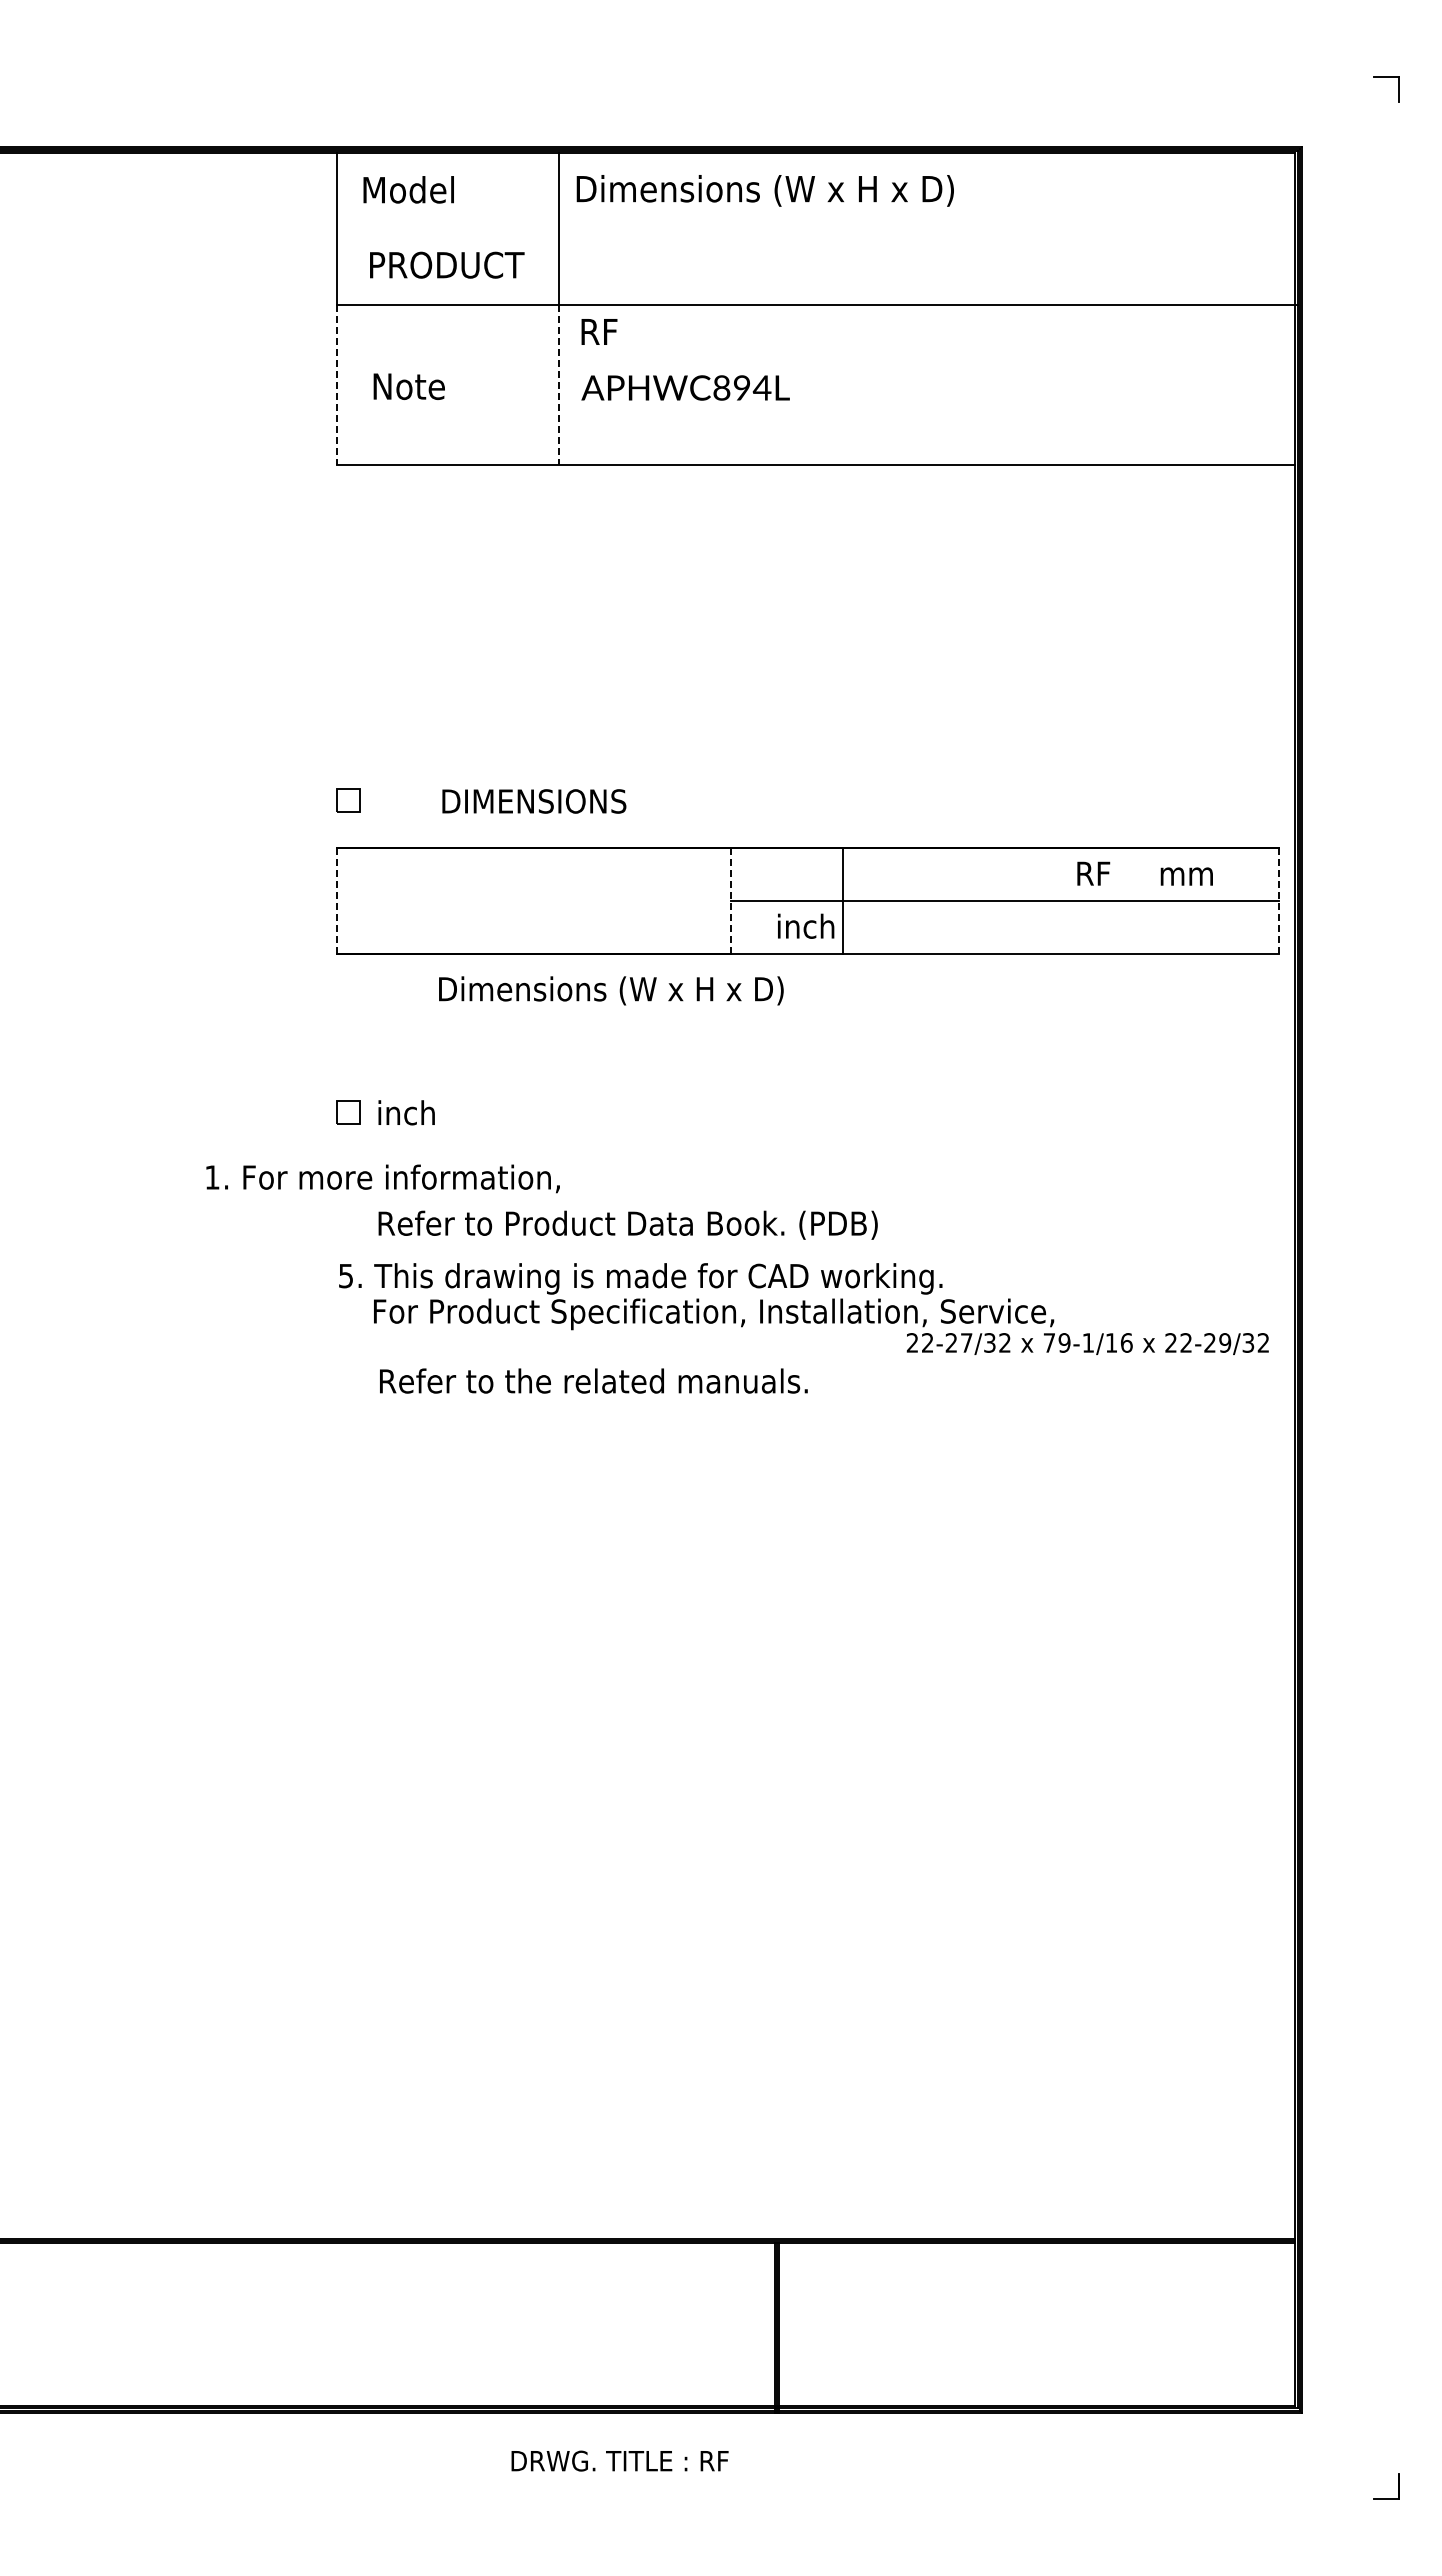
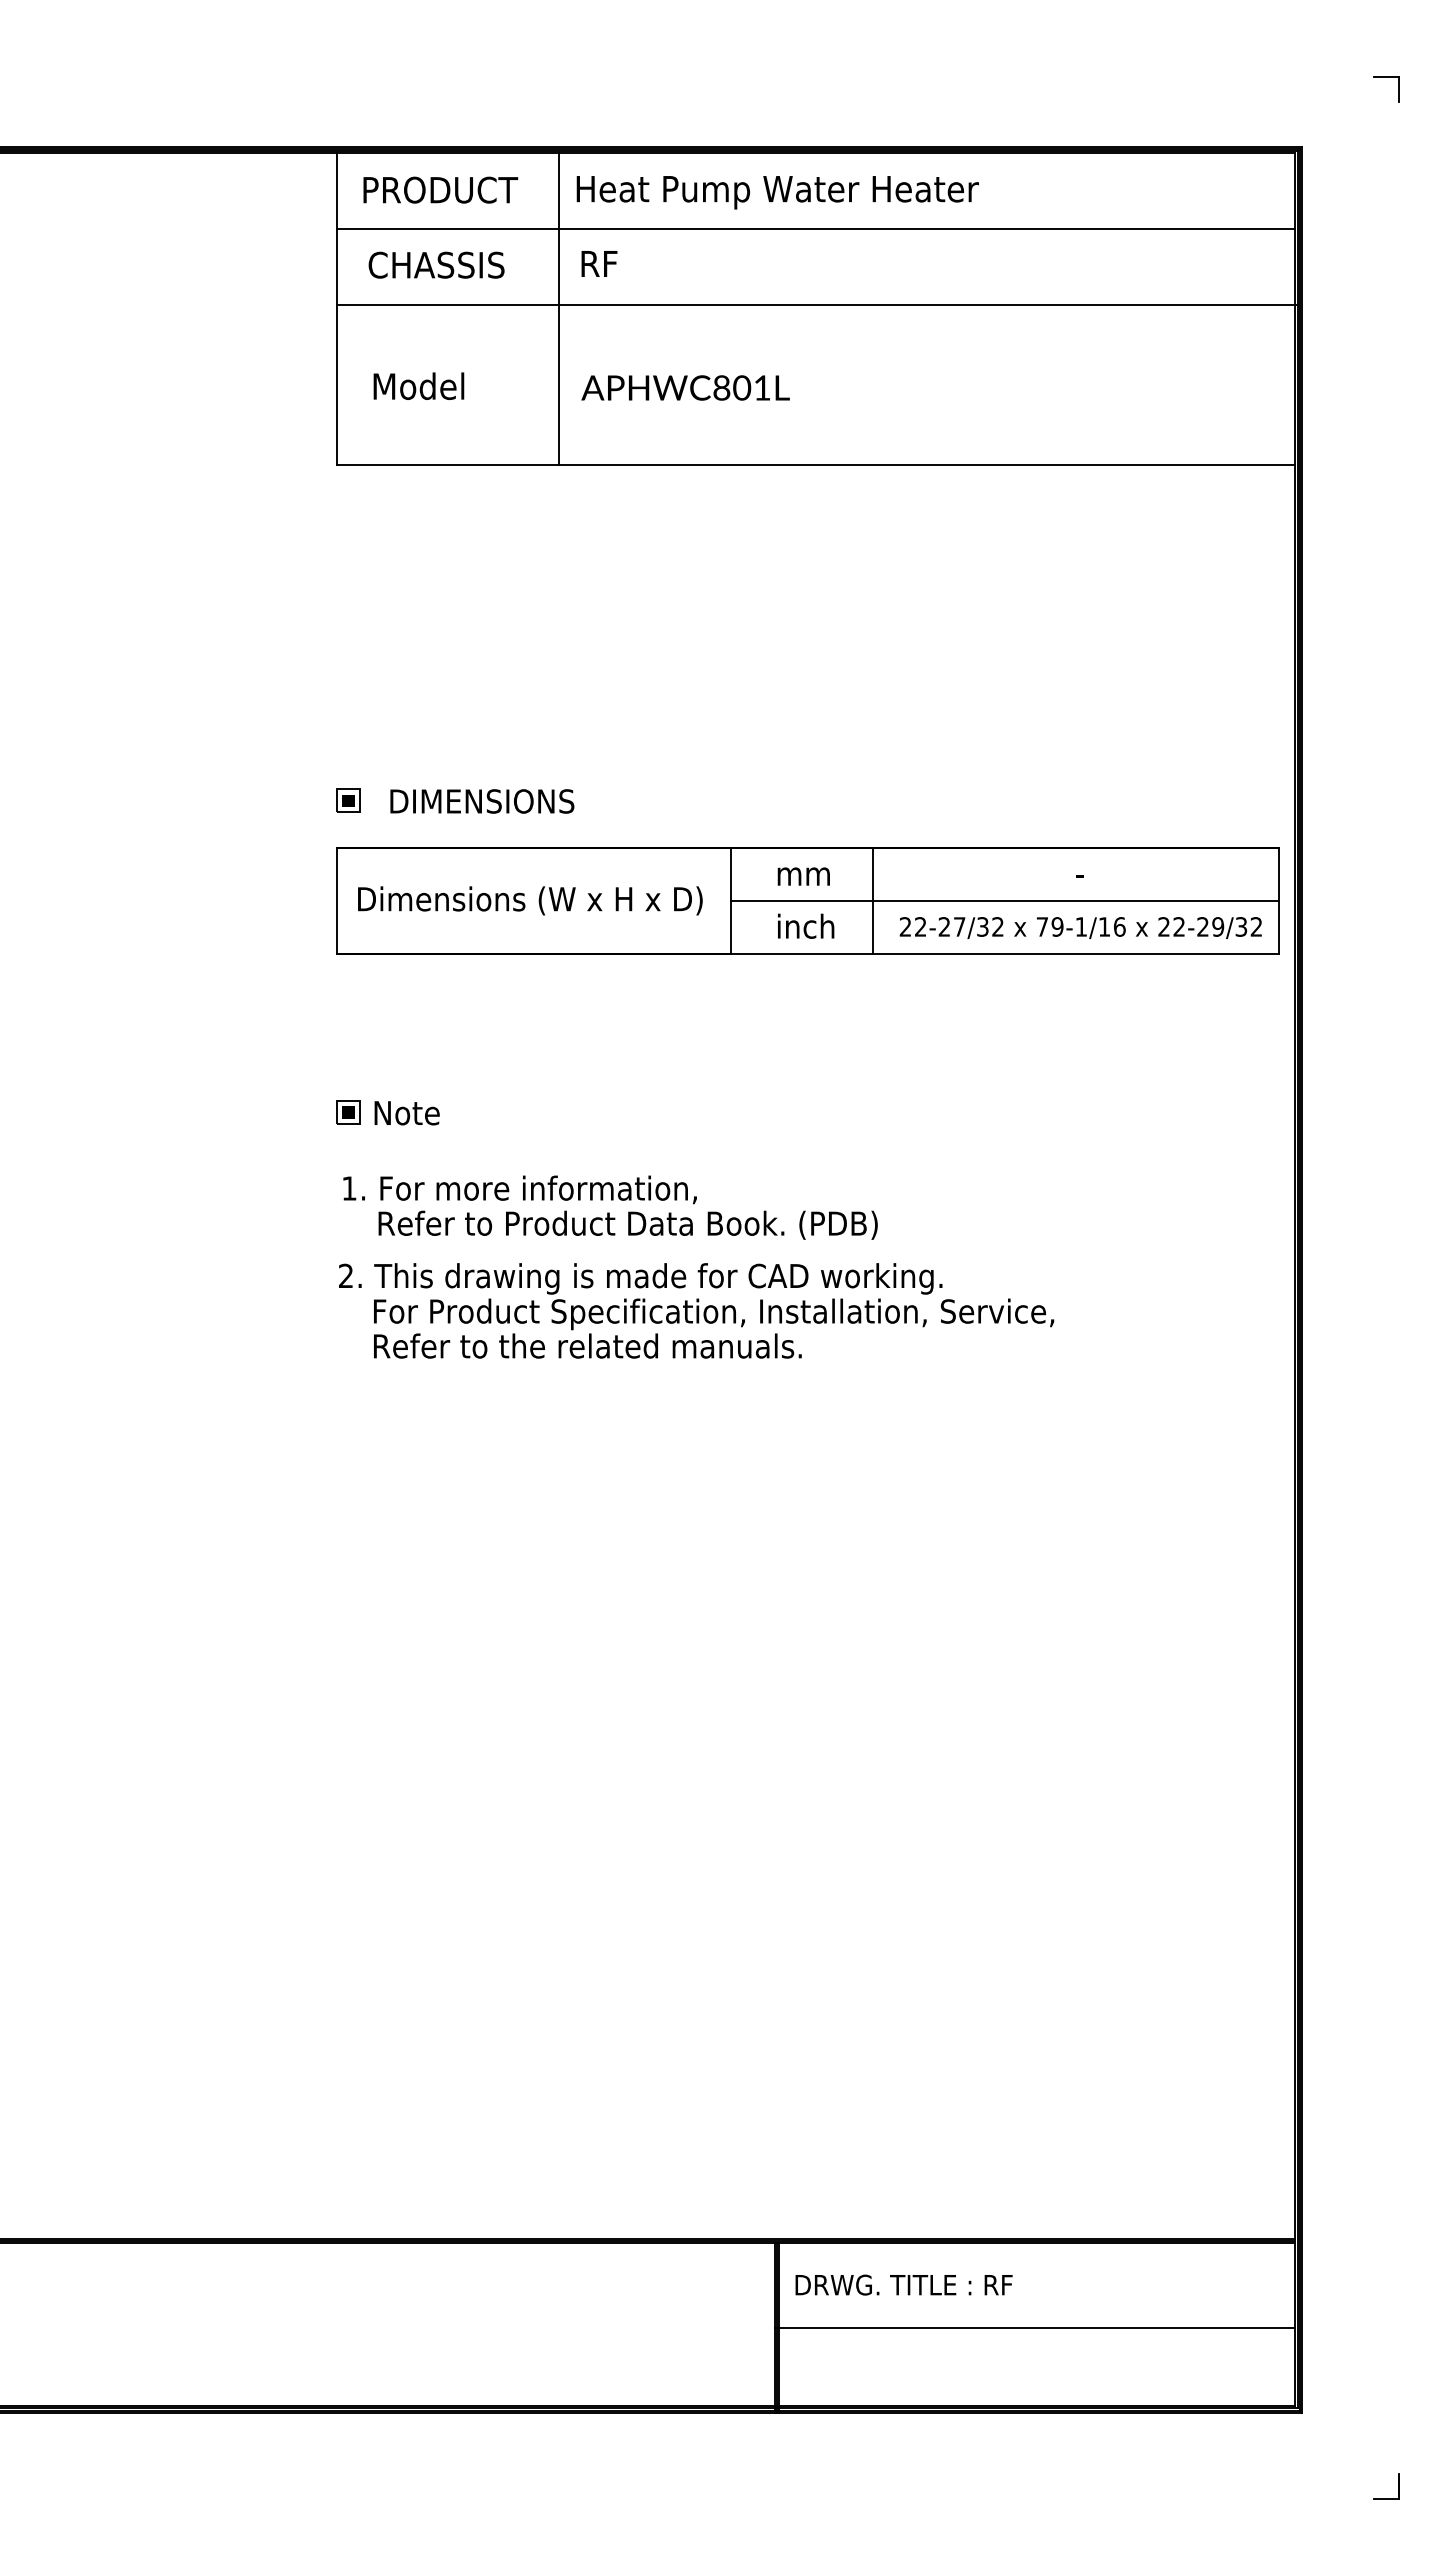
text at (442, 189): Model -> PRODUCT
text at (779, 192): Dimensions (W x H x D) -> Heat Pump Water Heater
line at (815, 229): none -> present
text at (446, 264): PRODUCT -> CHASSIS
text at (599, 331) position: (599, 331) -> (599, 263)
line at (336, 385): dashed -> solid
line at (559, 385): dashed -> solid
text at (420, 386): Note -> Model
text at (752, 387): APHWC894L -> APHWC801L
fill at (348, 800): none -> present
text at (534, 801) position: (534, 801) -> (482, 801)
text at (1093, 873): RF -> -
text at (1186, 876) position: (1186, 876) -> (803, 876)
line at (336, 900): dashed -> solid
line at (730, 900): dashed -> solid
line at (843, 900) position: (843, 900) -> (873, 900)
line at (1279, 900): dashed -> solid
text at (611, 990) position: (611, 990) -> (530, 900)
fill at (348, 1112): none -> present
text at (406, 1112): inch -> Note
text at (382, 1178) position: (382, 1178) -> (519, 1189)
text at (345, 1275): 5. -> 2.
text at (1087, 1343) position: (1087, 1343) -> (1080, 927)
text at (593, 1380) position: (593, 1380) -> (587, 1345)
line at (1034, 2327): none -> present
text at (619, 2460) position: (619, 2460) -> (903, 2284)
